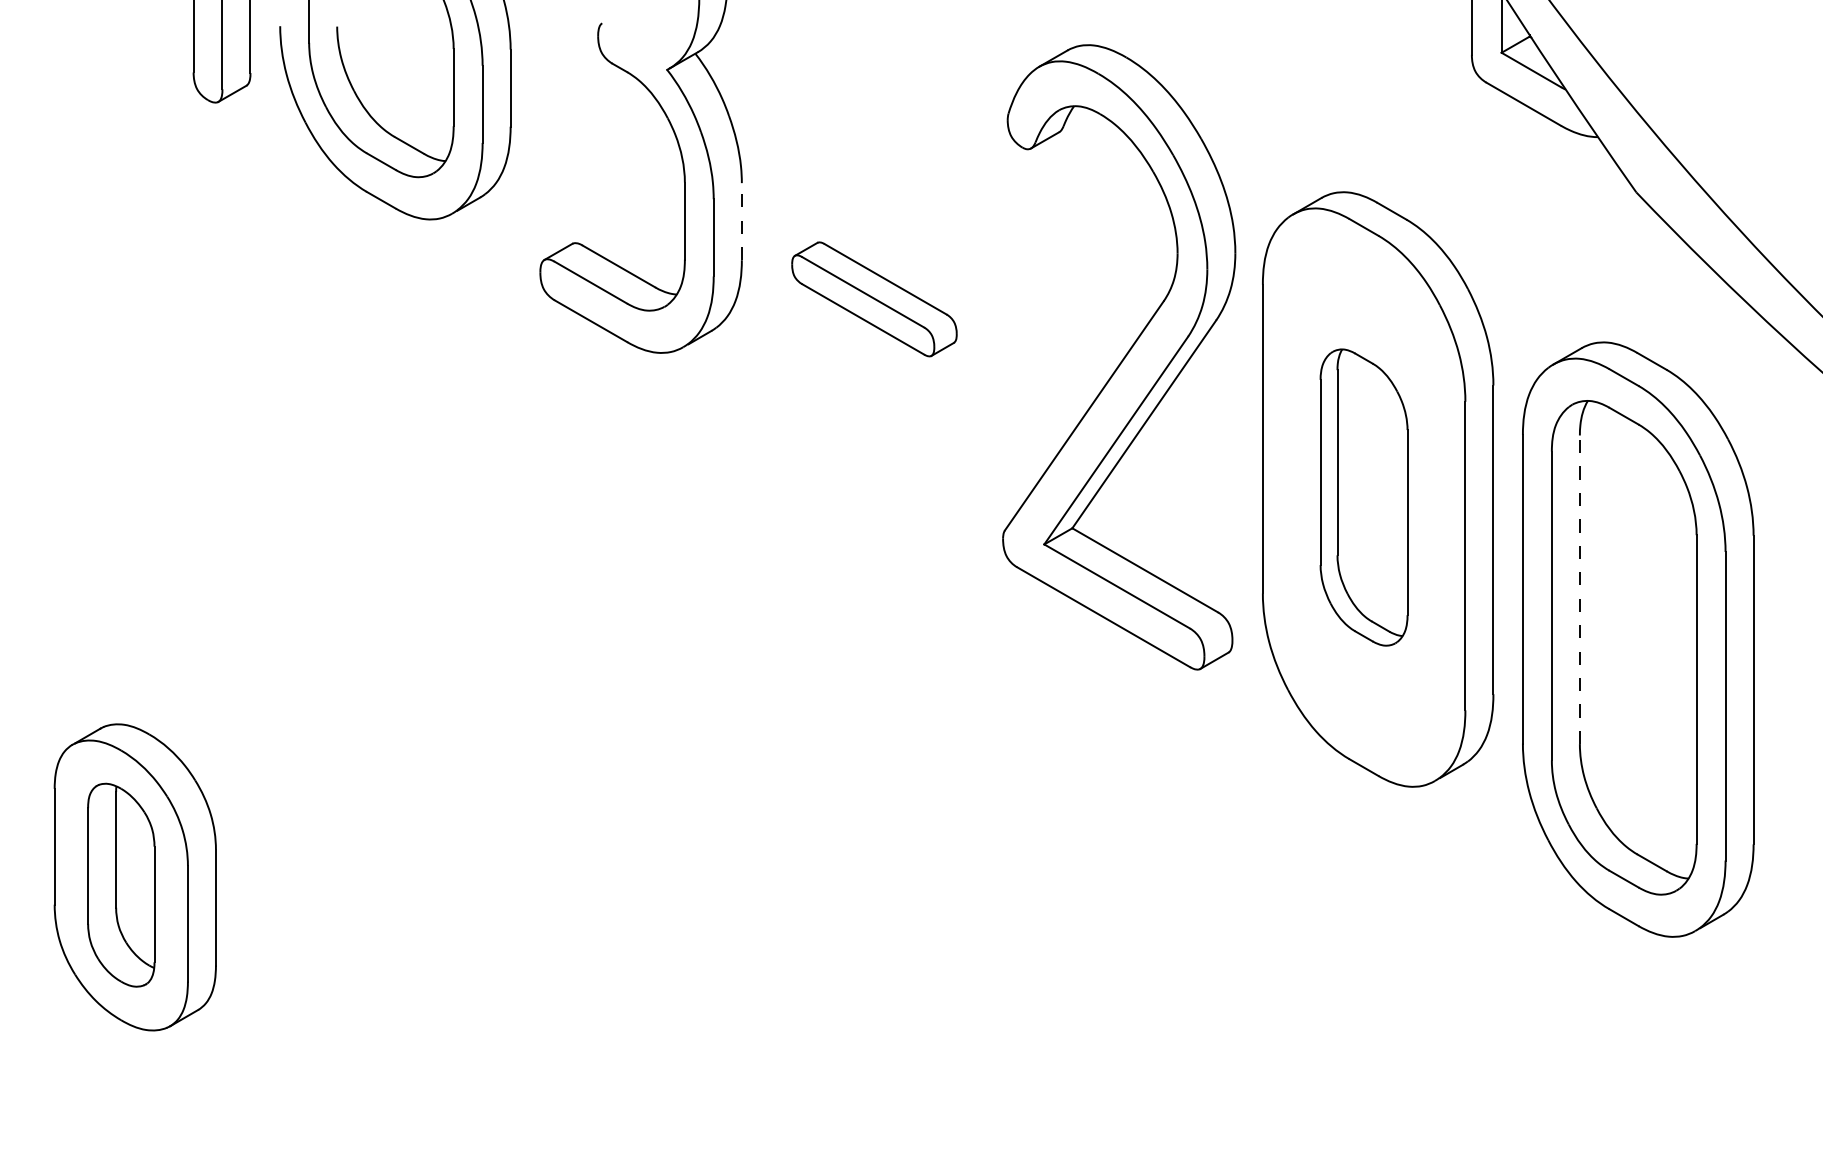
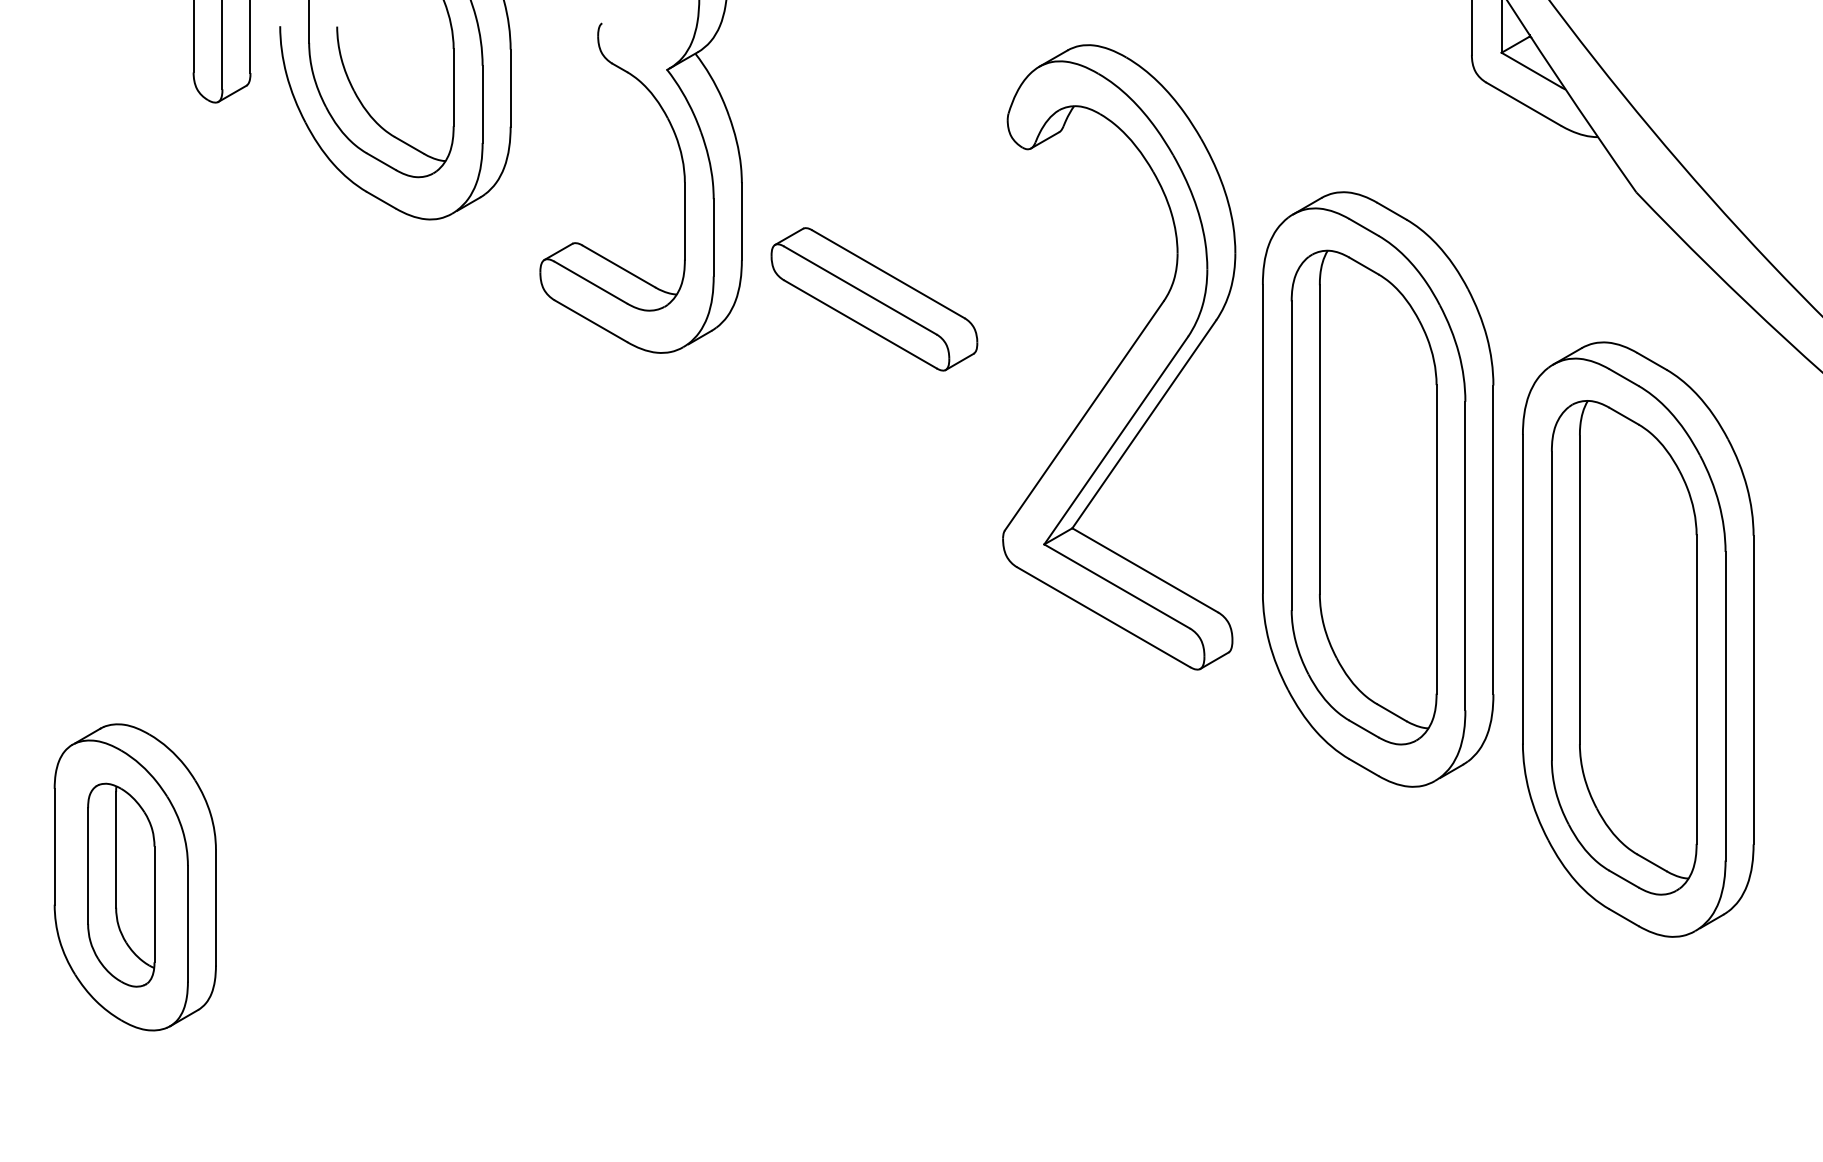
line at (741, 221): dashed -> solid
part at (874, 299) size: 167x117 px -> 209x145 px
part at (1363, 497) size: 90x299 px -> 148x497 px
line at (1579, 589): dashed -> solid
